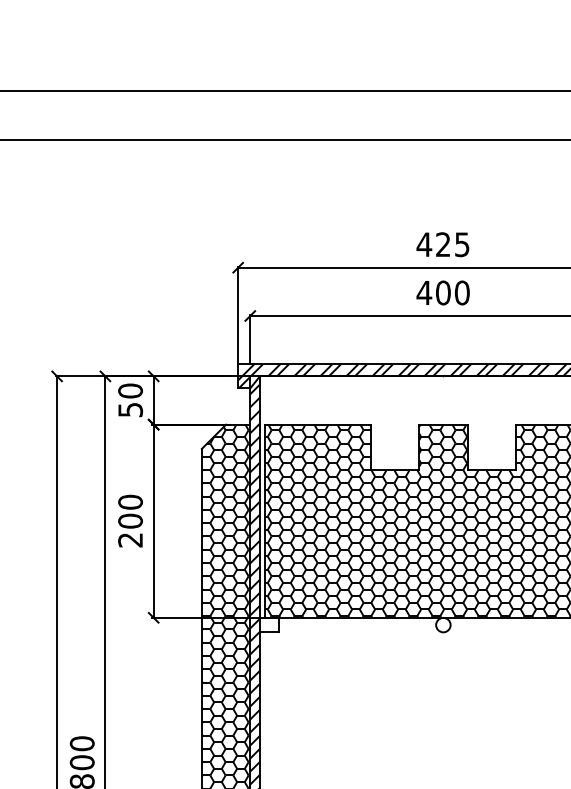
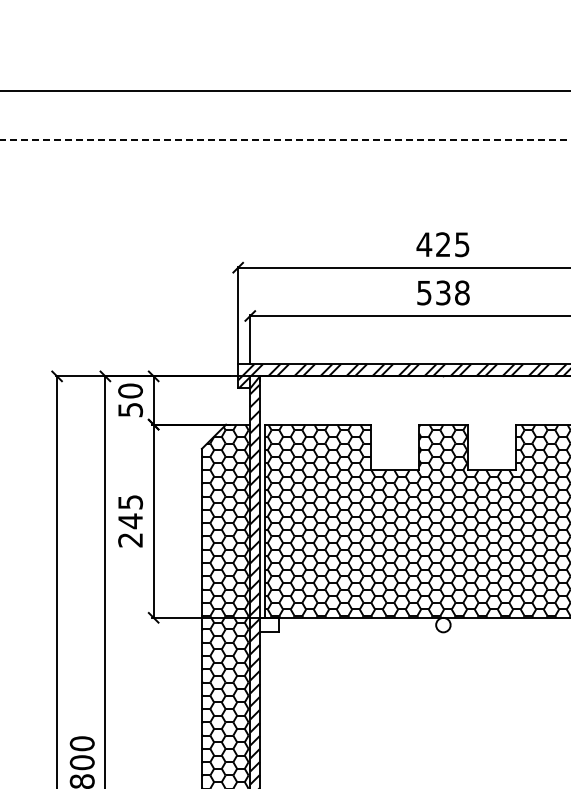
line at (285, 139): solid -> dashed
text at (442, 292): 400 -> 538
text at (130, 511): 200 -> 245
